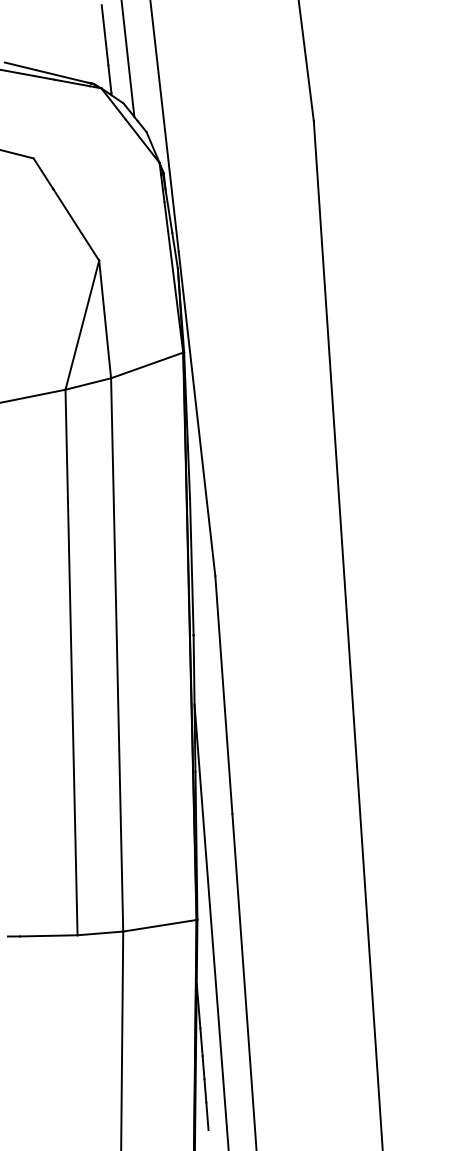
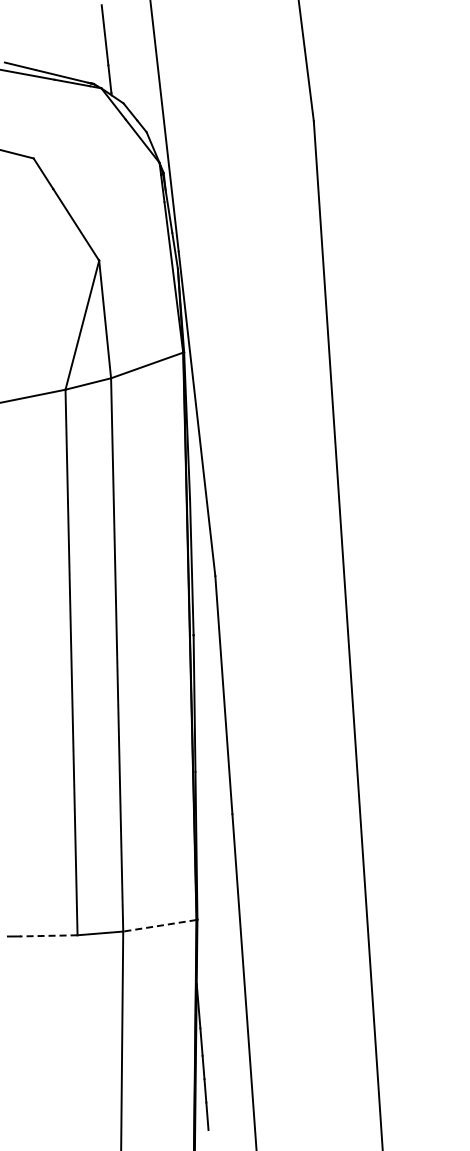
line at (127, 59): present -> none
line at (159, 925): solid -> dashed
line at (211, 925): present -> none
line at (48, 935): solid -> dashed
